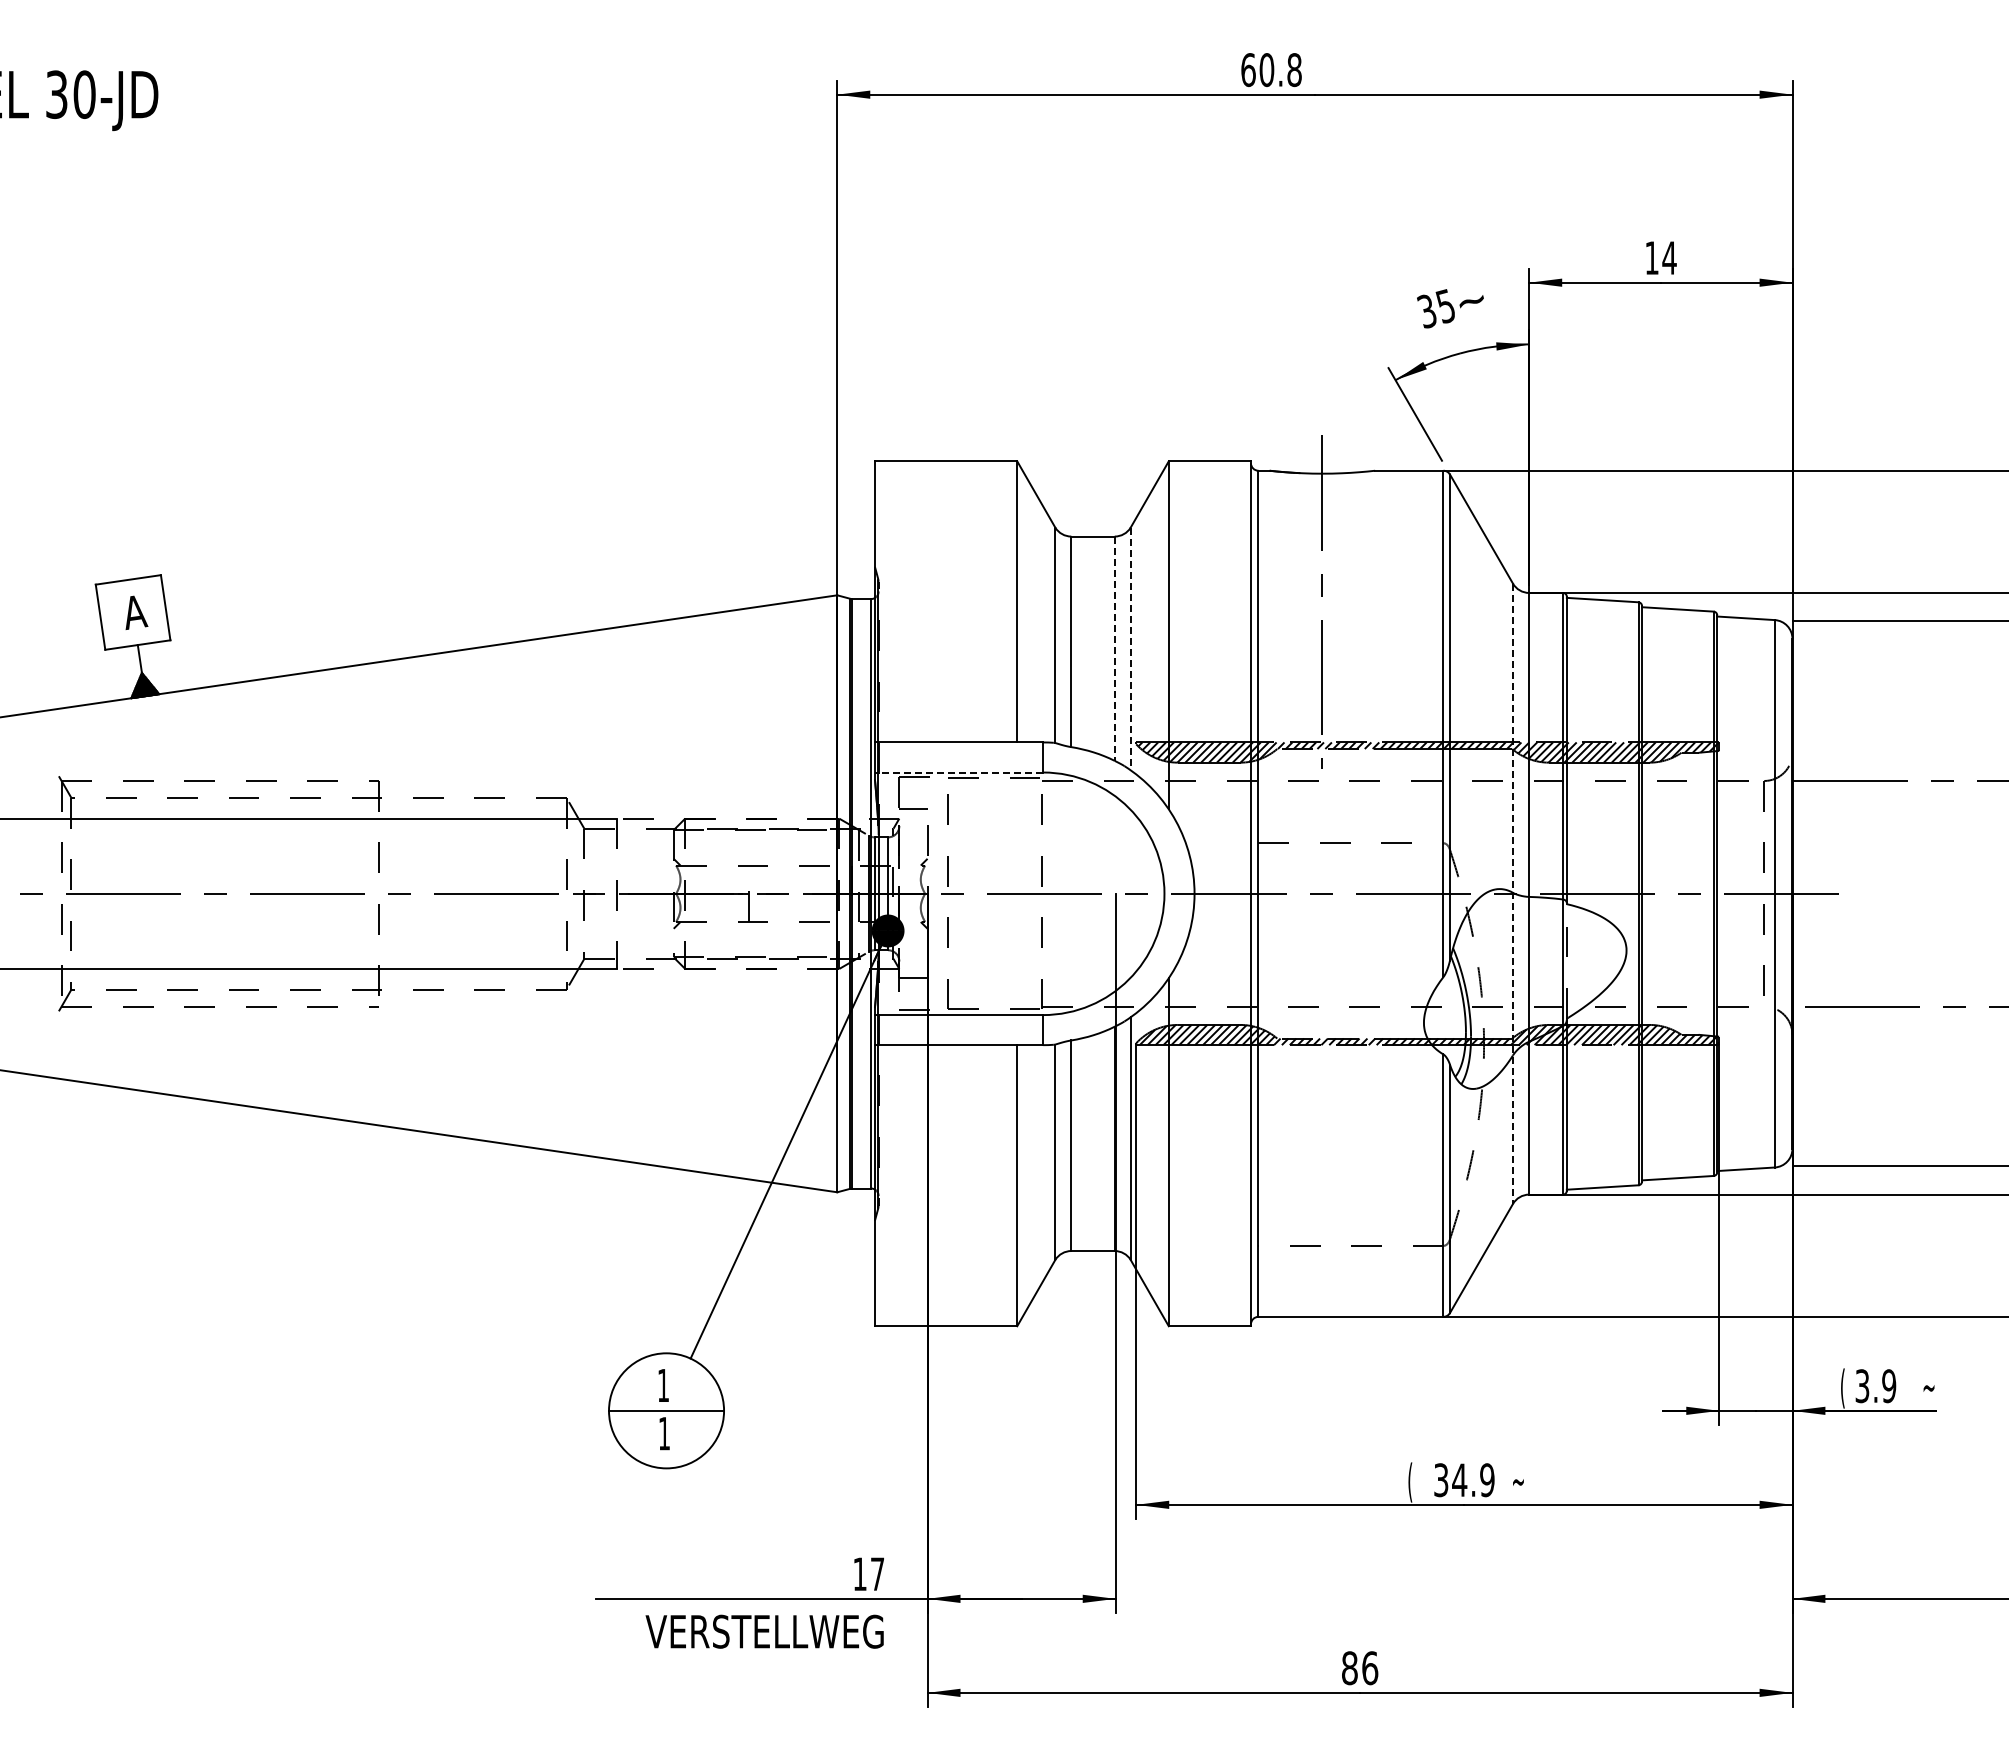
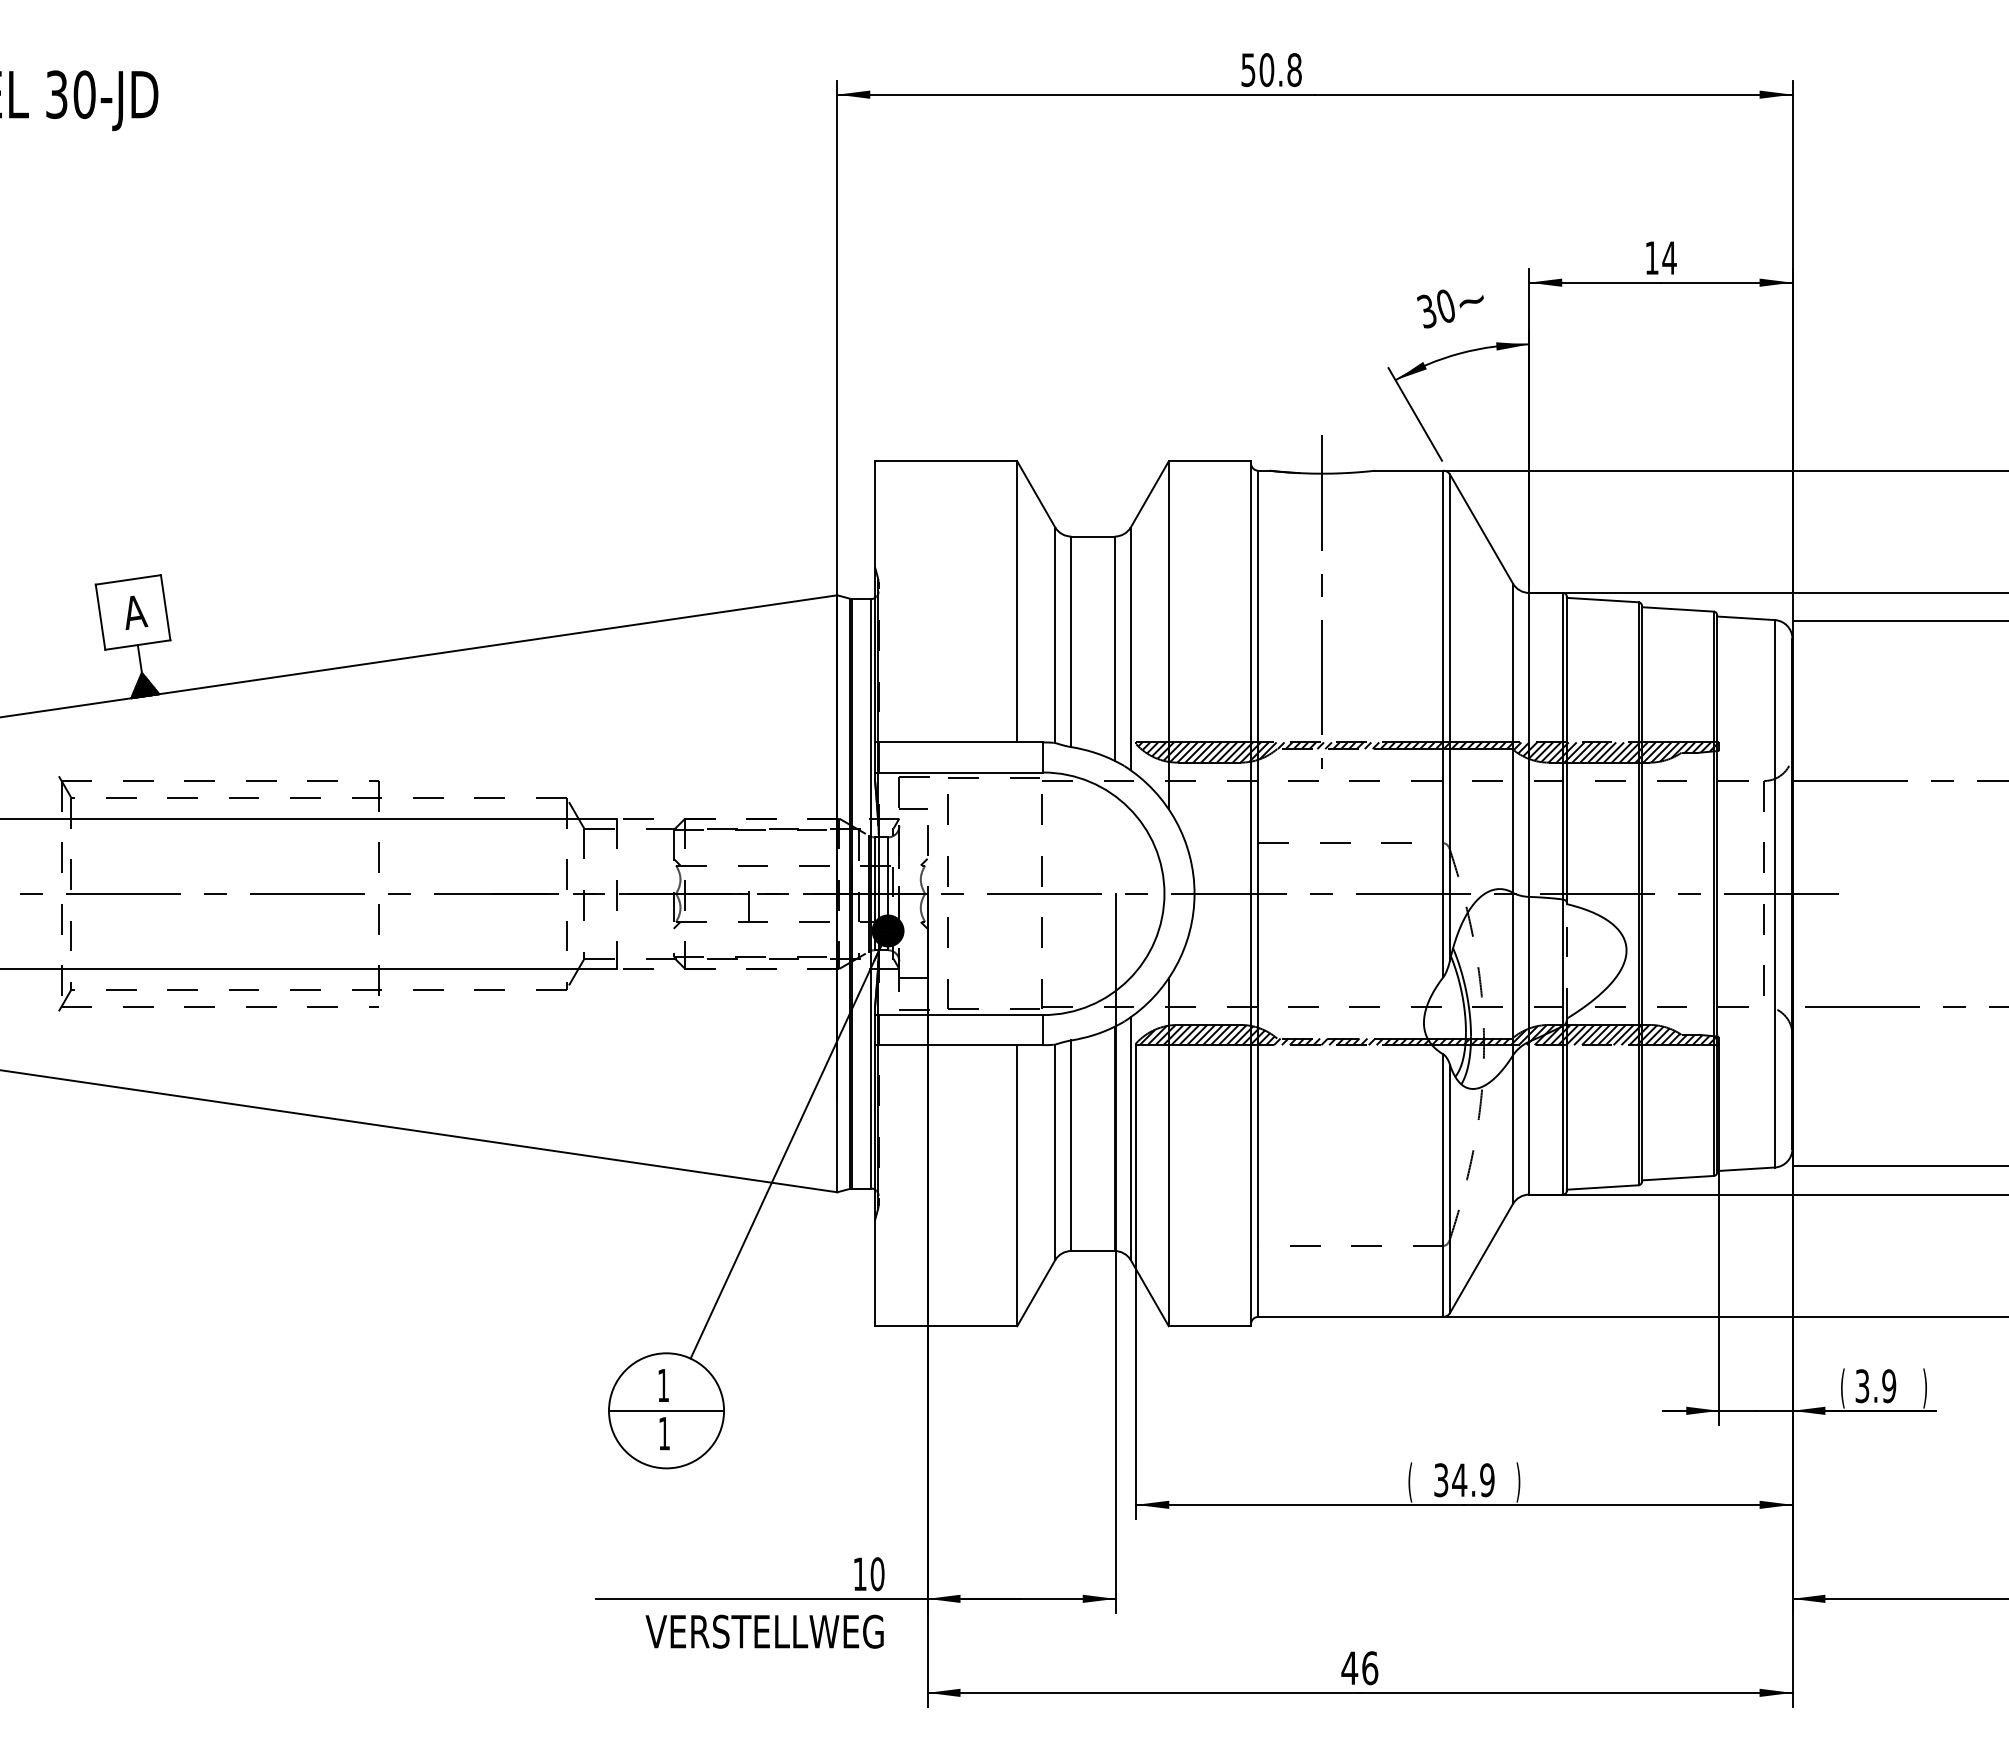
text at (1248, 70): 60.8 -> 50.8
text at (1444, 306): 35 -> 30
line at (1114, 649): dashed -> solid
line at (1130, 649): dashed -> solid
line at (958, 772): dashed -> solid
line at (1512, 894): dashed -> solid
text at (1928, 1388): ~ -> )
text at (1518, 1482): ~ -> )
text at (877, 1574): 17 -> 10
text at (1349, 1668): 86 -> 46
